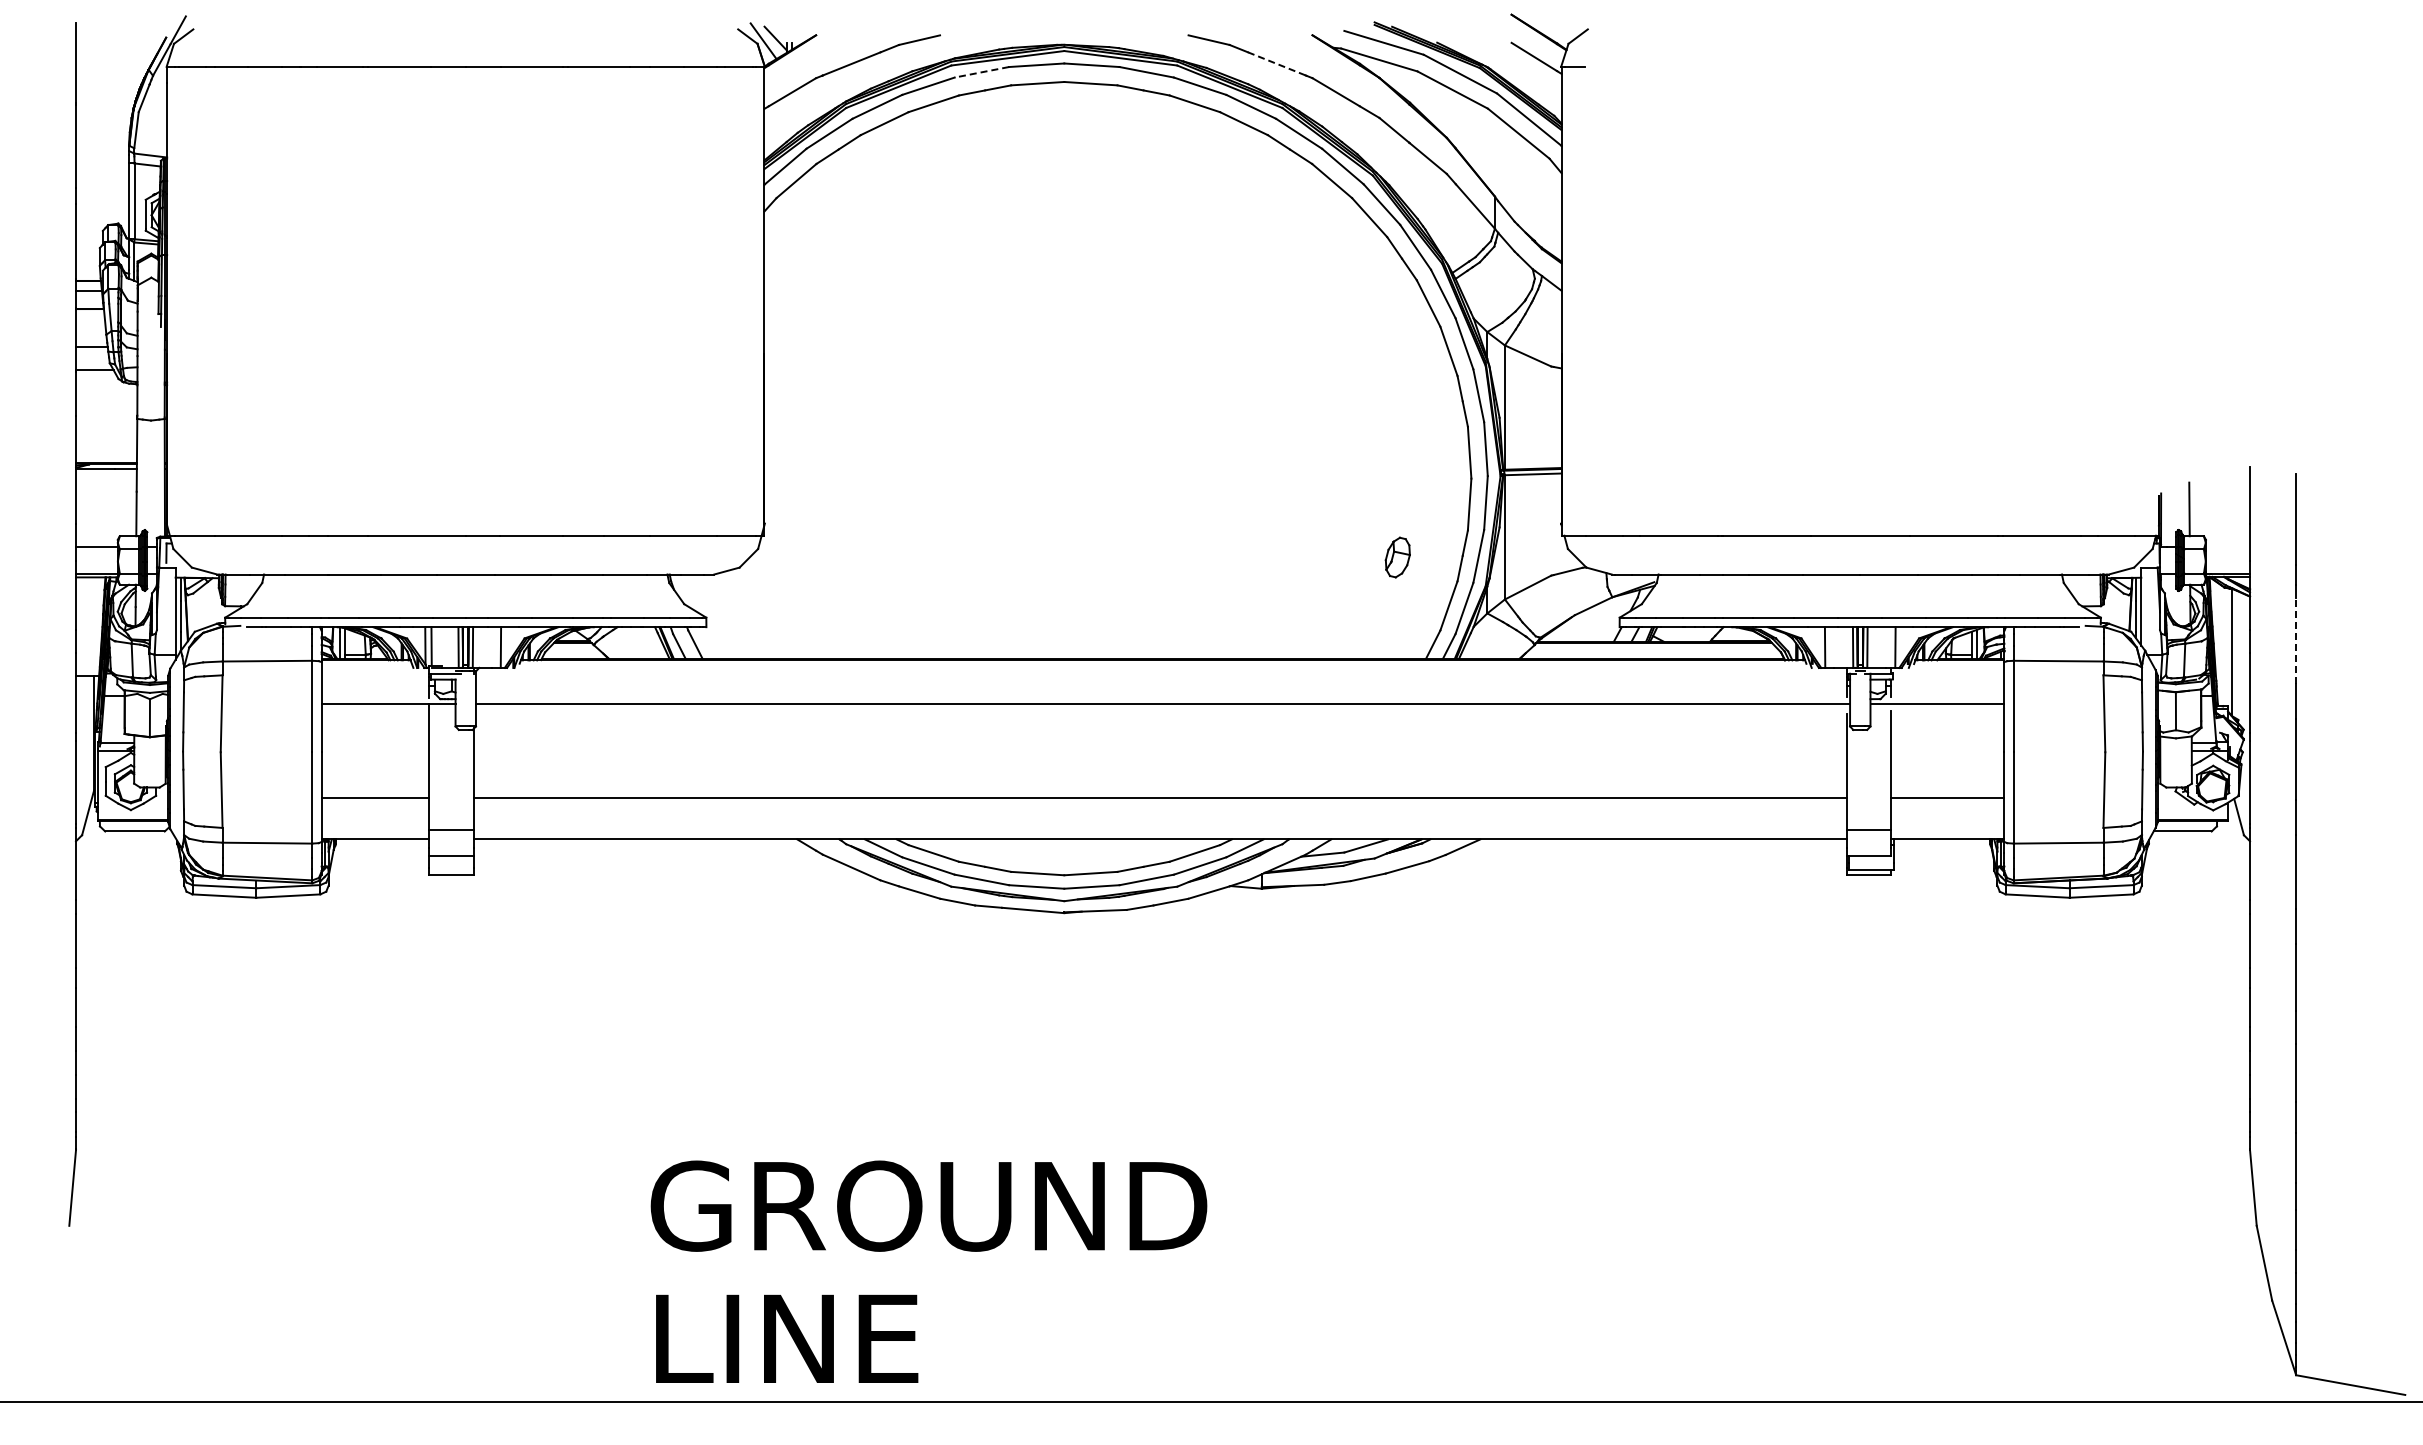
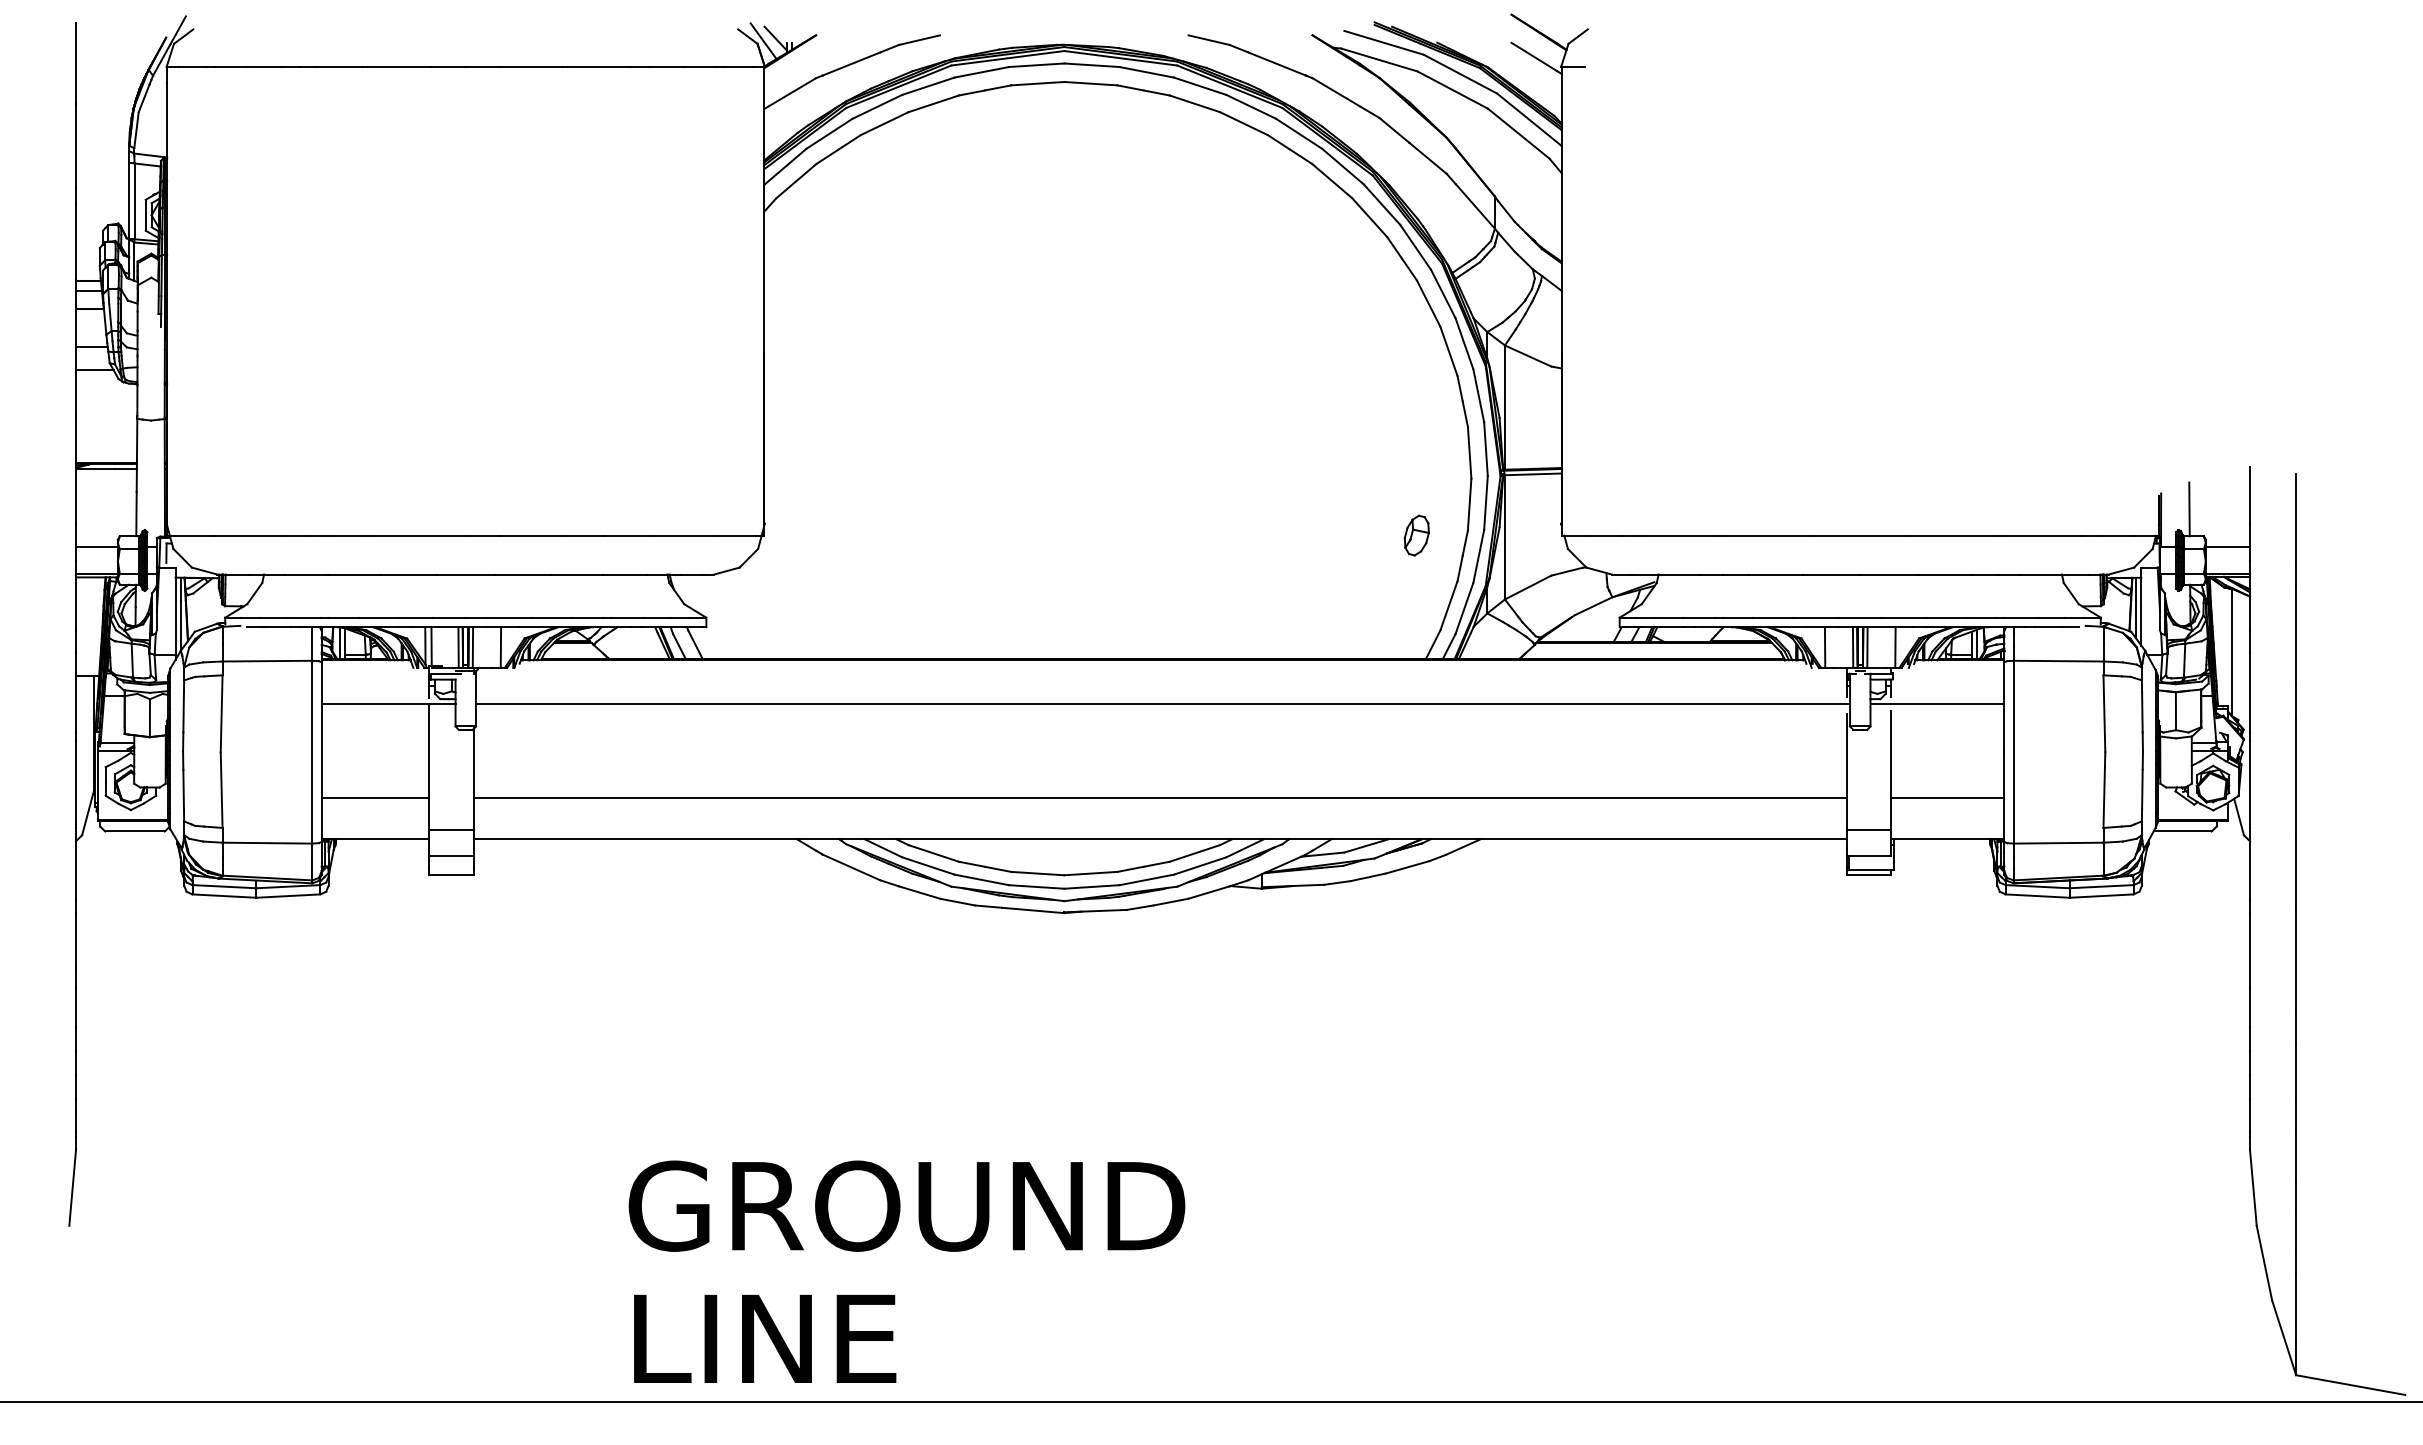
line at (1277, 64): dashed -> solid
line at (981, 72): dashed -> solid
line at (2227, 546): none -> present
part at (1397, 557) position: (1397, 557) -> (1416, 535)
line at (2296, 640): dashed -> solid
text at (928, 1271) position: (928, 1271) -> (906, 1271)
